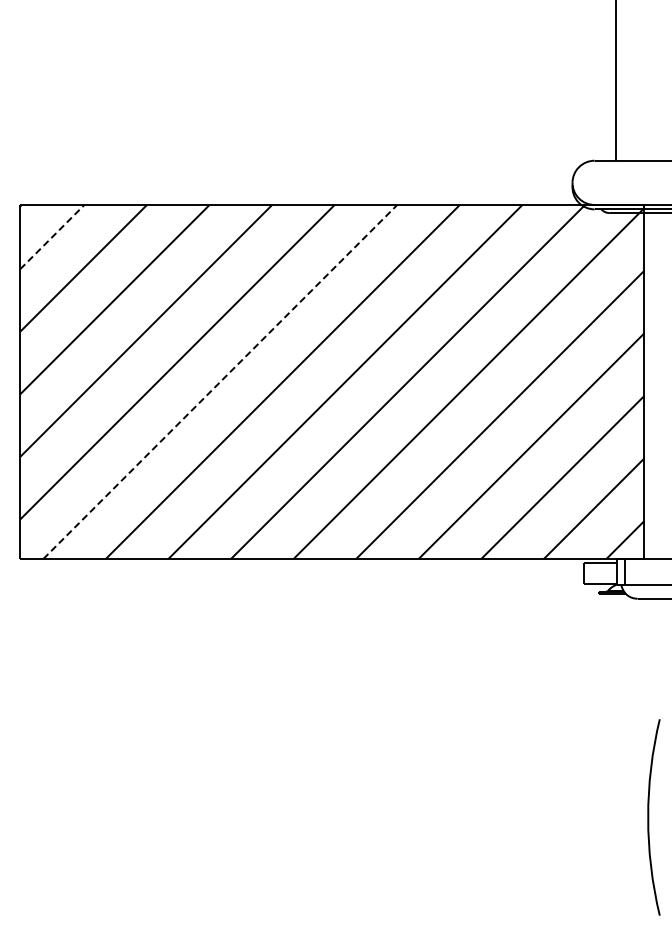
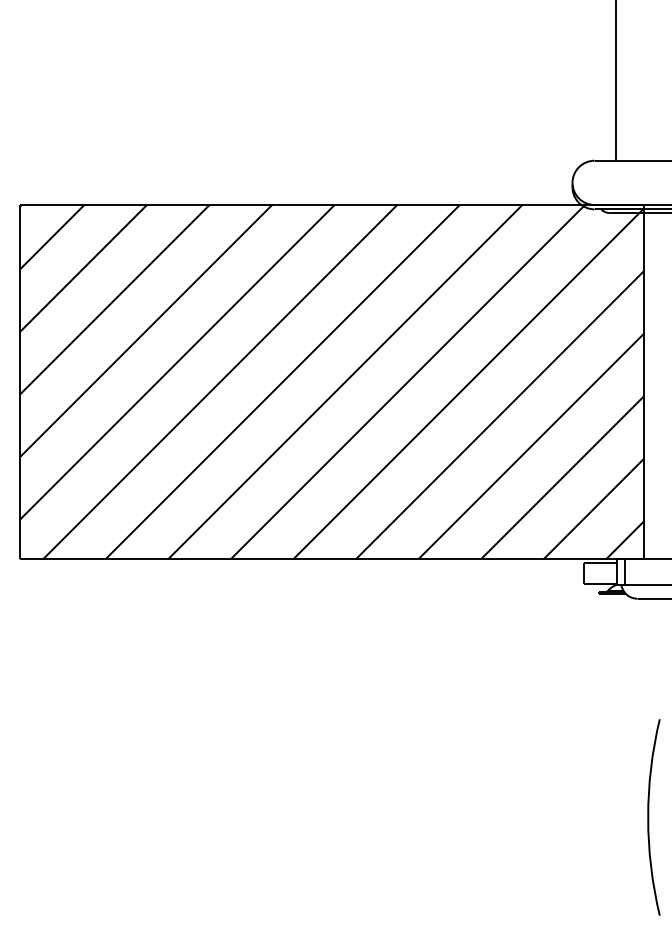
line at (52, 236): dashed -> solid
line at (220, 381): dashed -> solid
